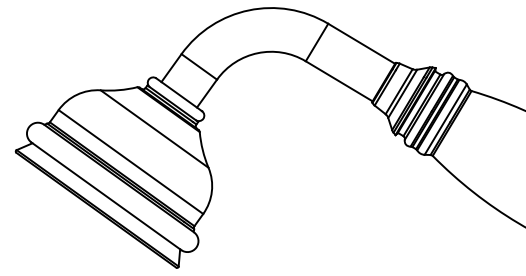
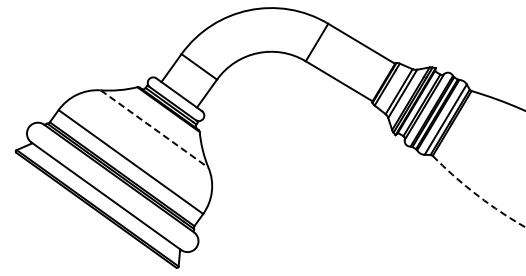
line at (155, 129): solid -> dashed
arc at (476, 194): solid -> dashed
